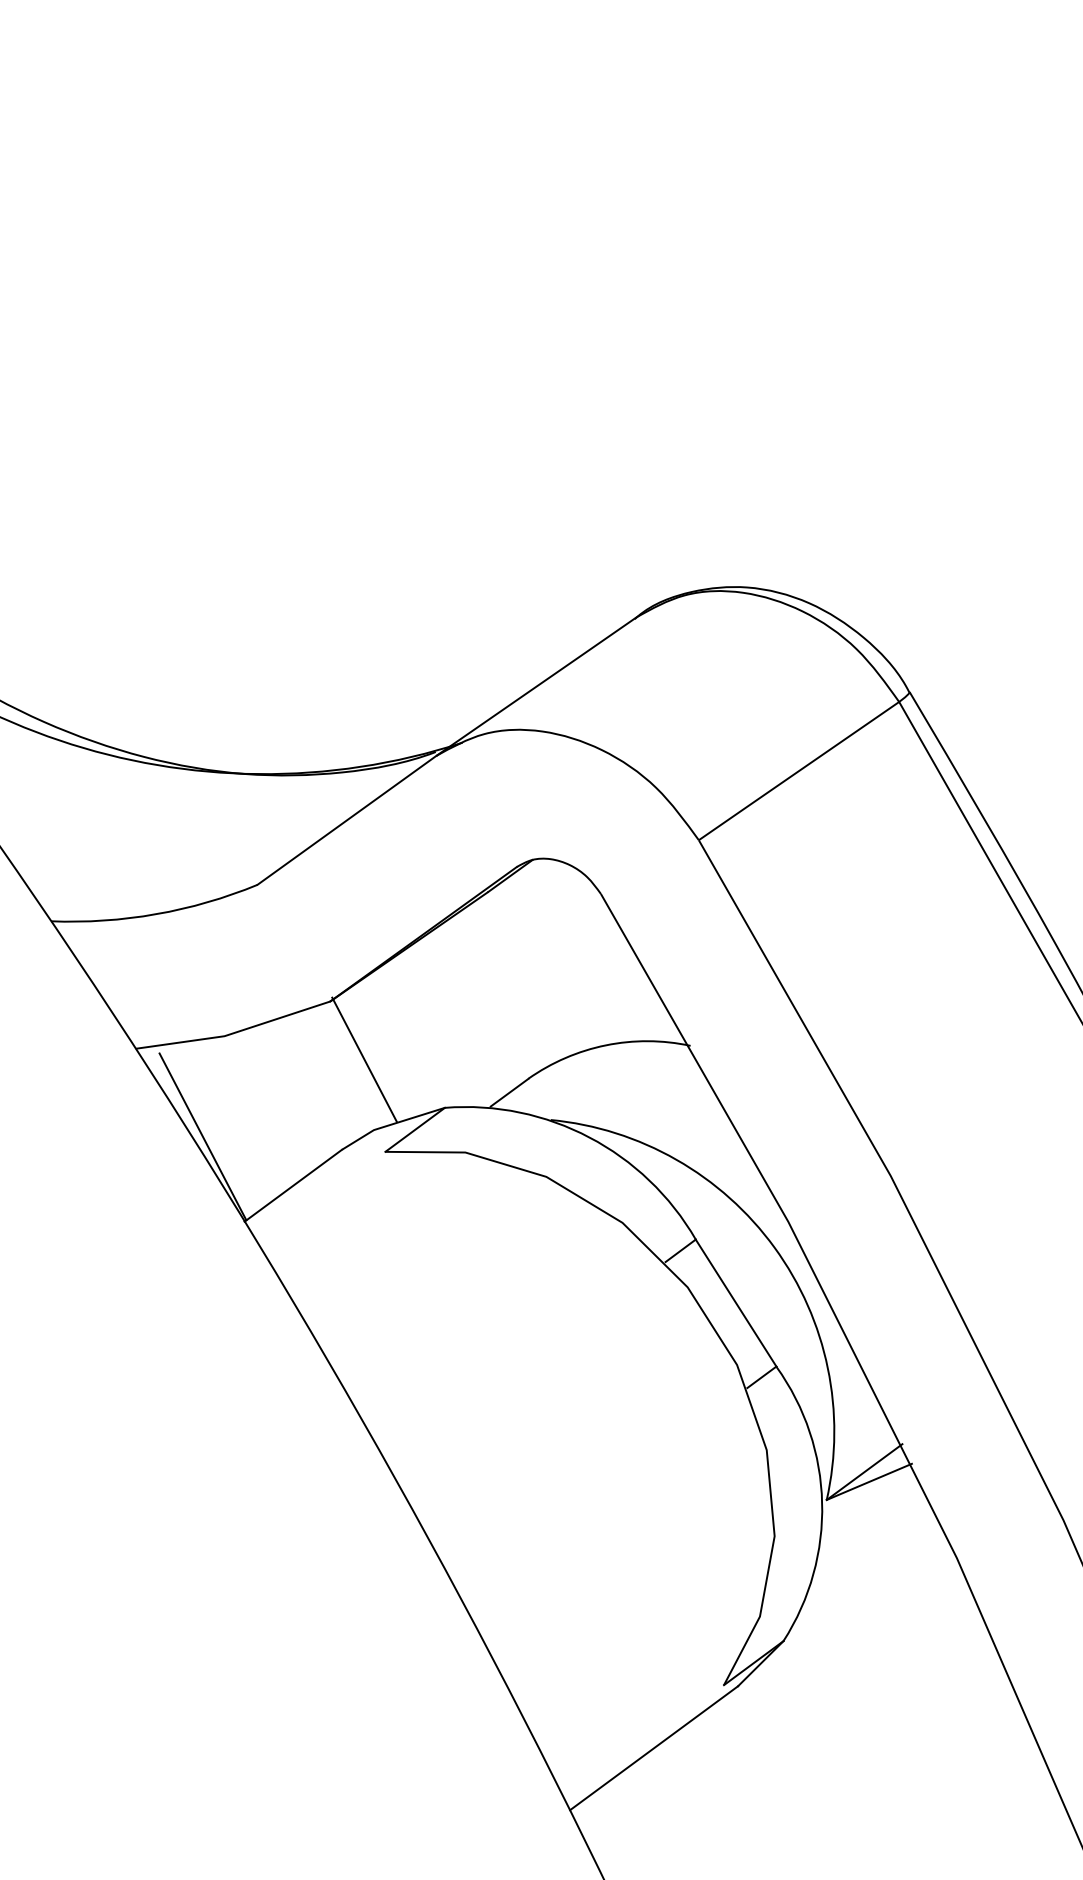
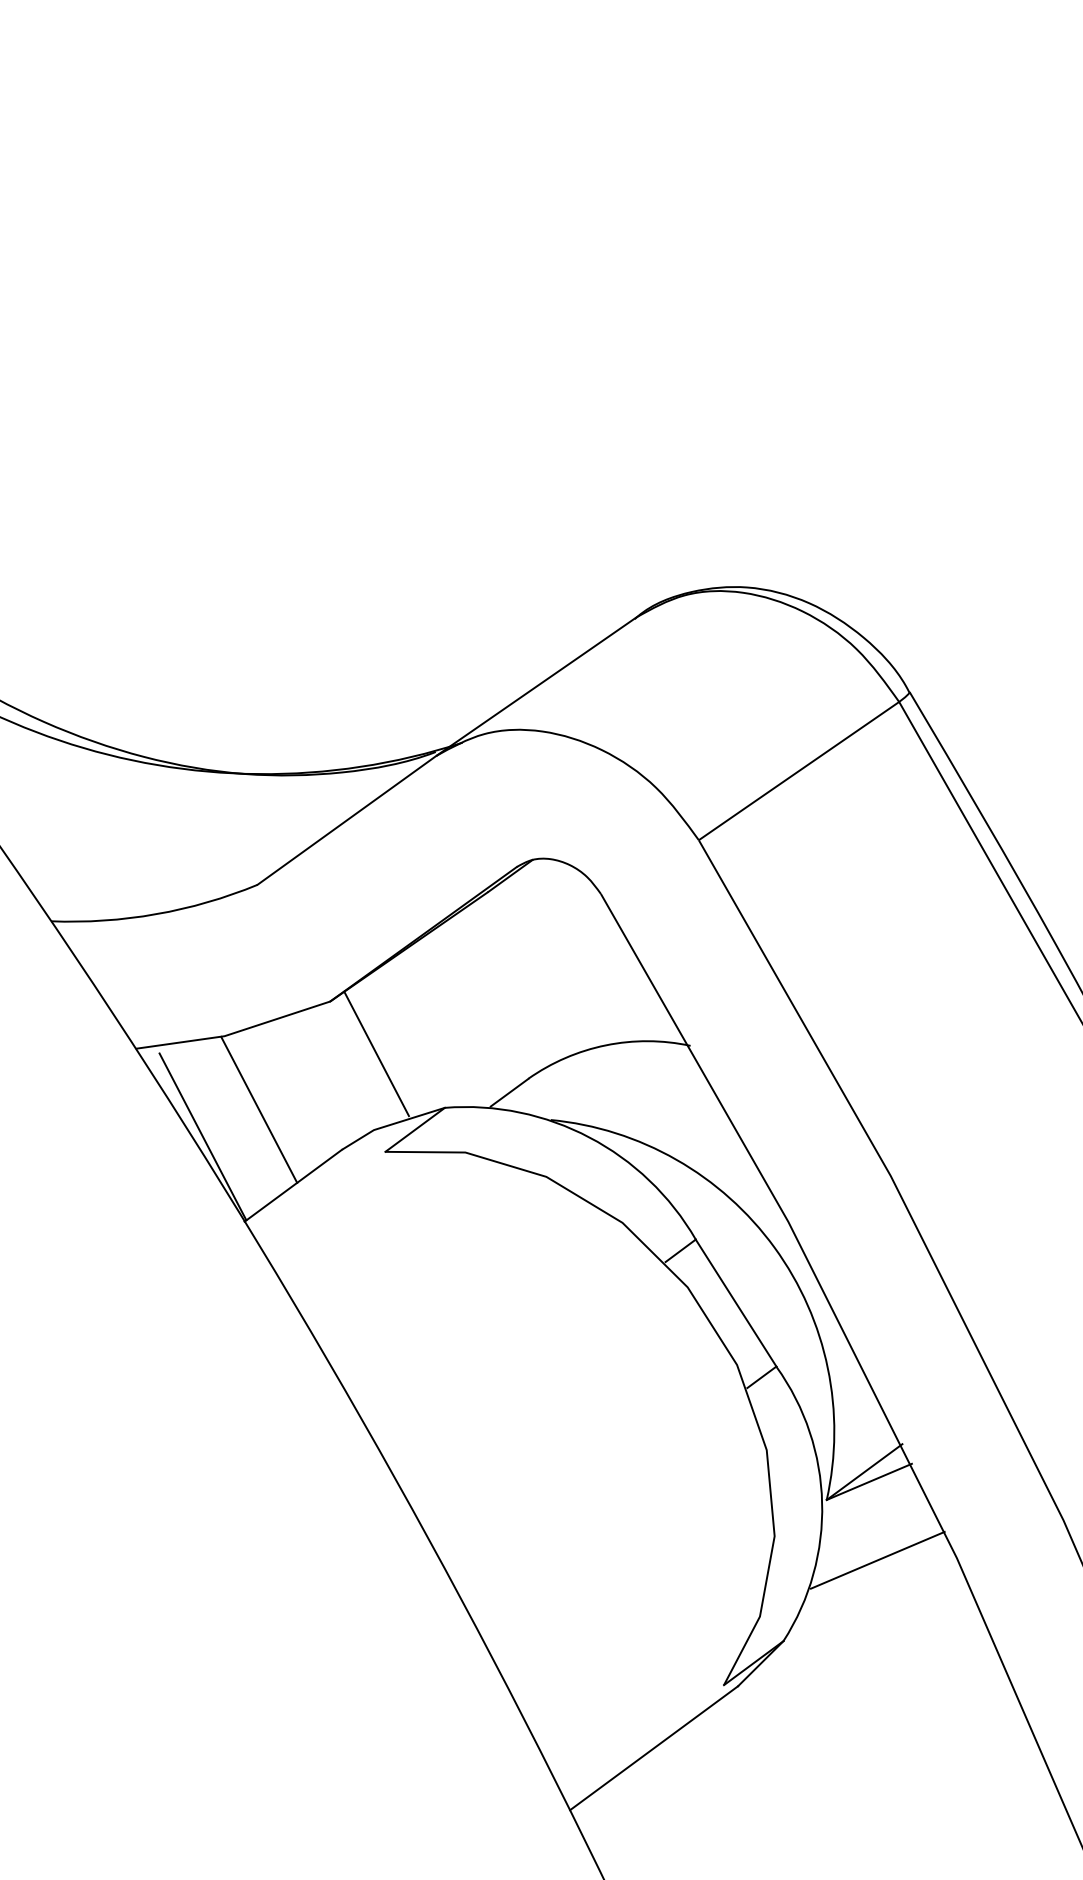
line at (364, 1059) position: (364, 1059) -> (376, 1053)
line at (259, 1109): none -> present
line at (877, 1559): none -> present
